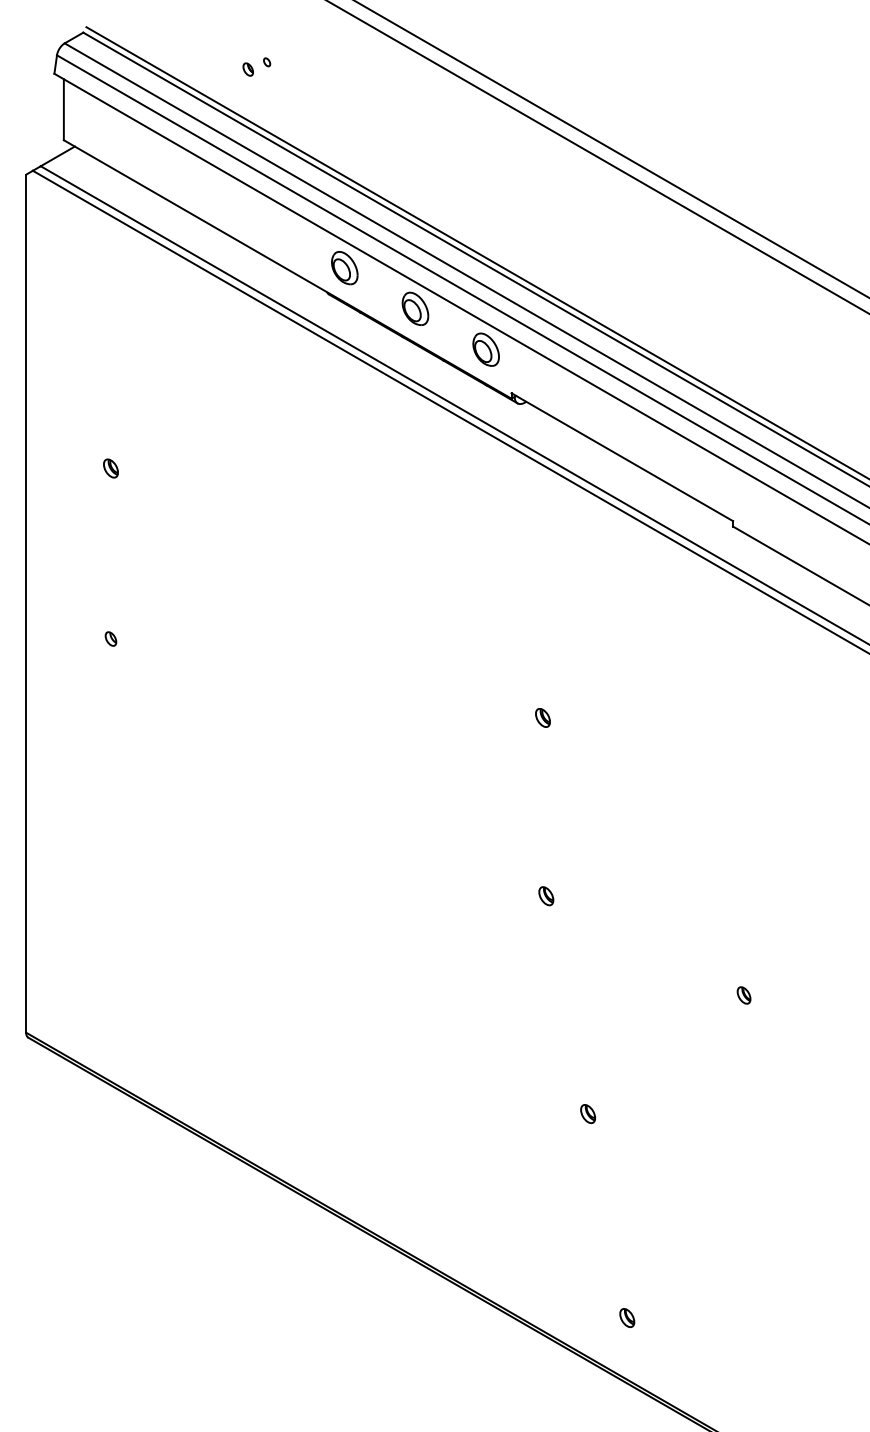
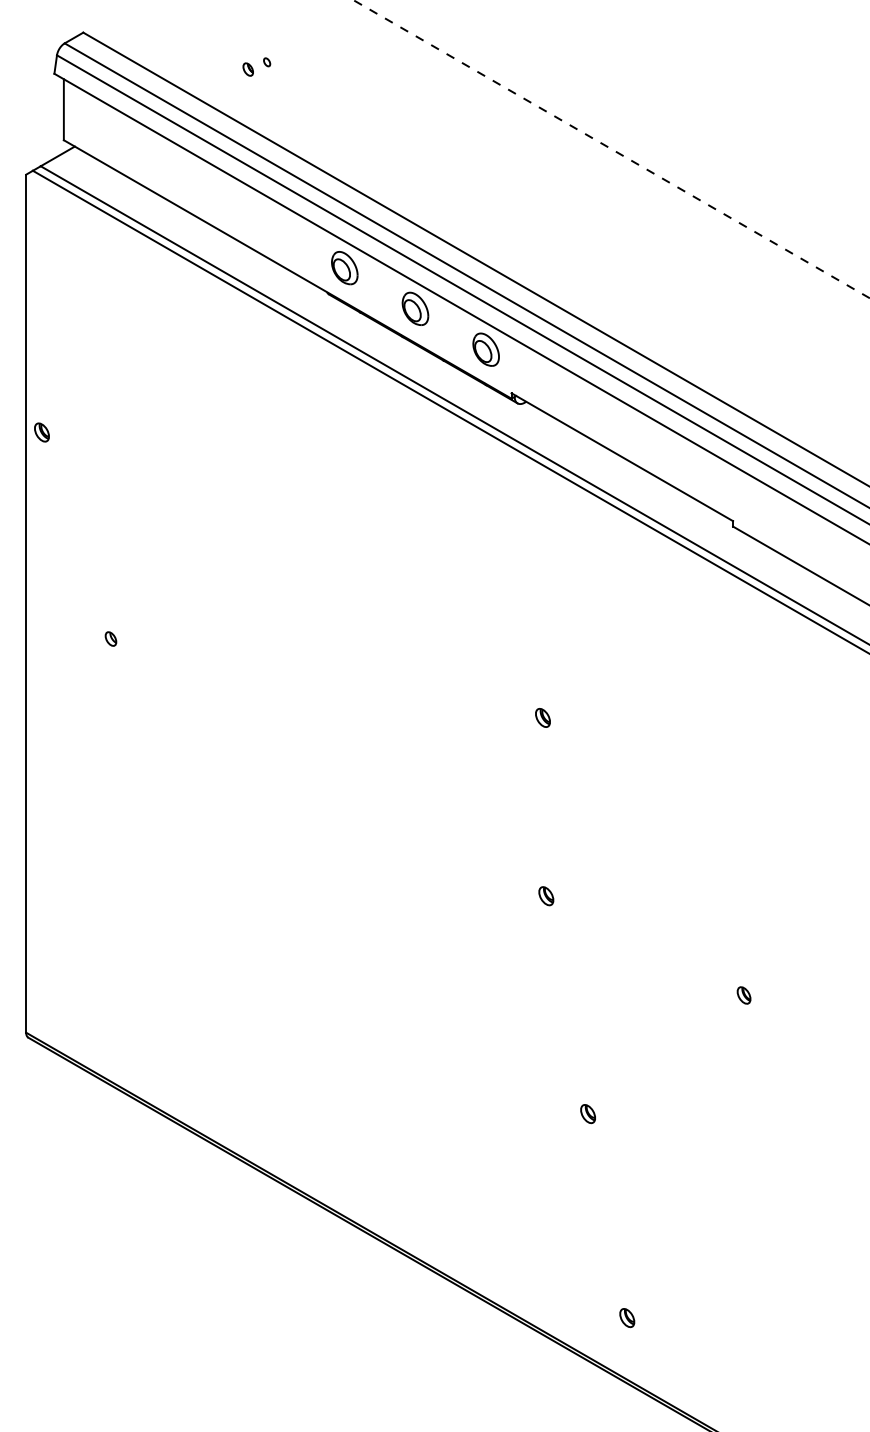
line at (611, 148): solid -> dashed
line at (597, 157): present -> none
line at (476, 252): present -> none
part at (110, 468) position: (110, 468) -> (41, 432)
